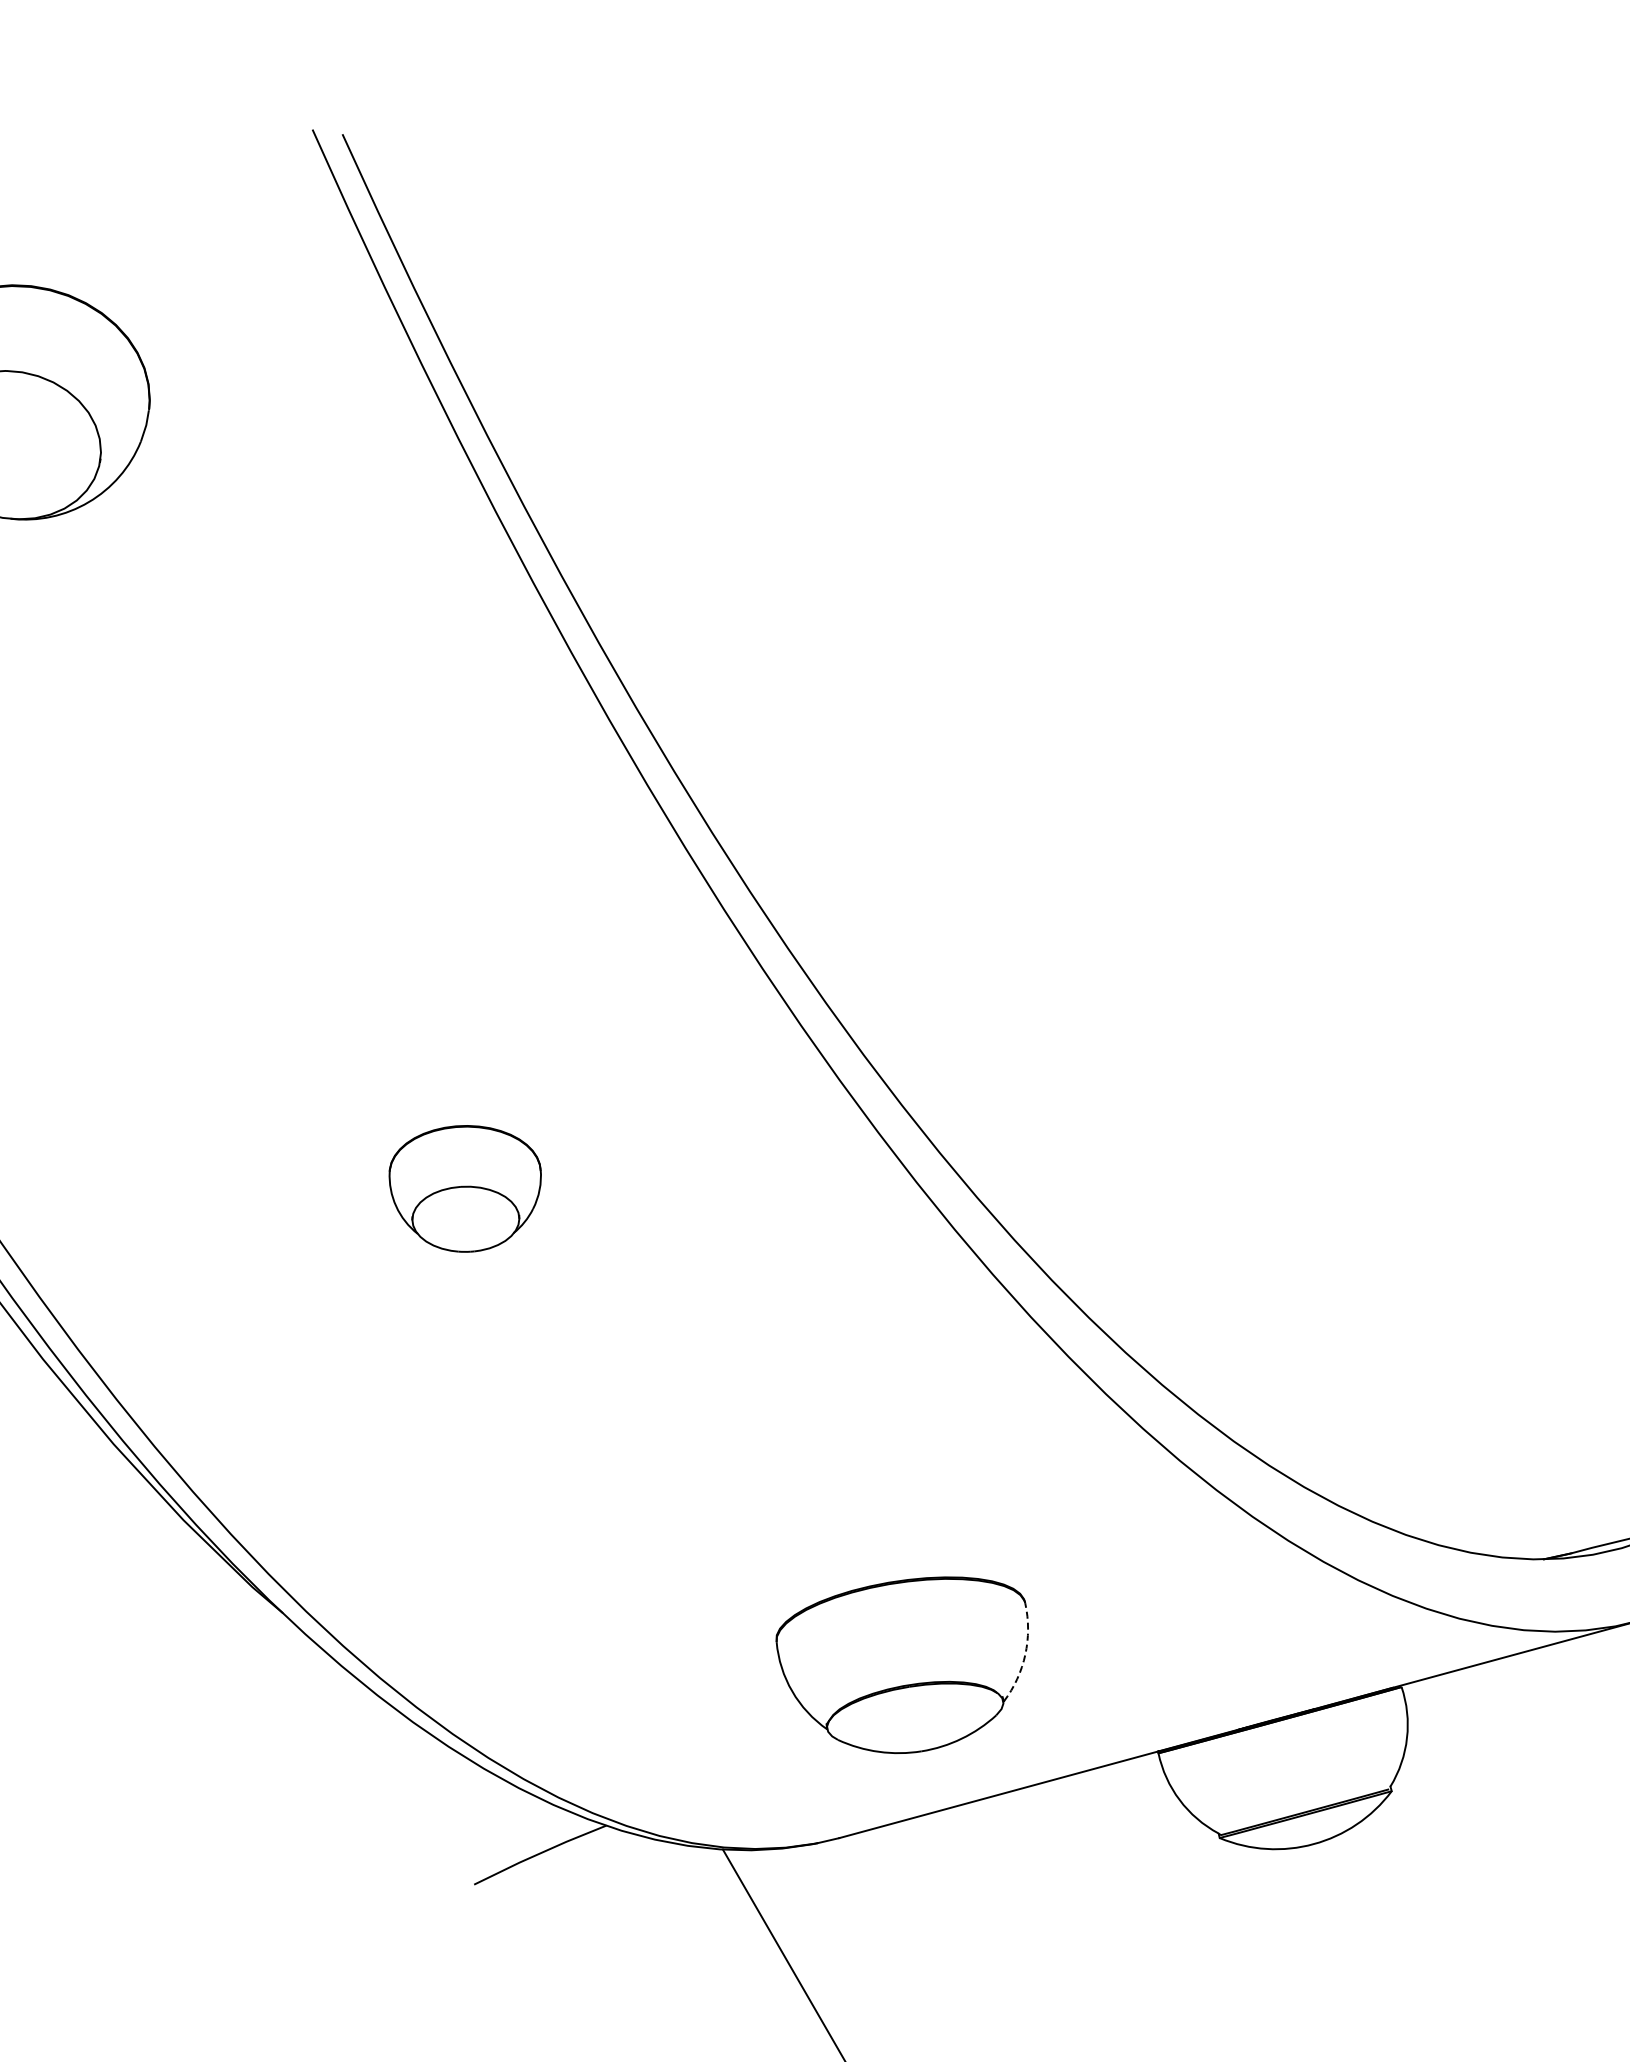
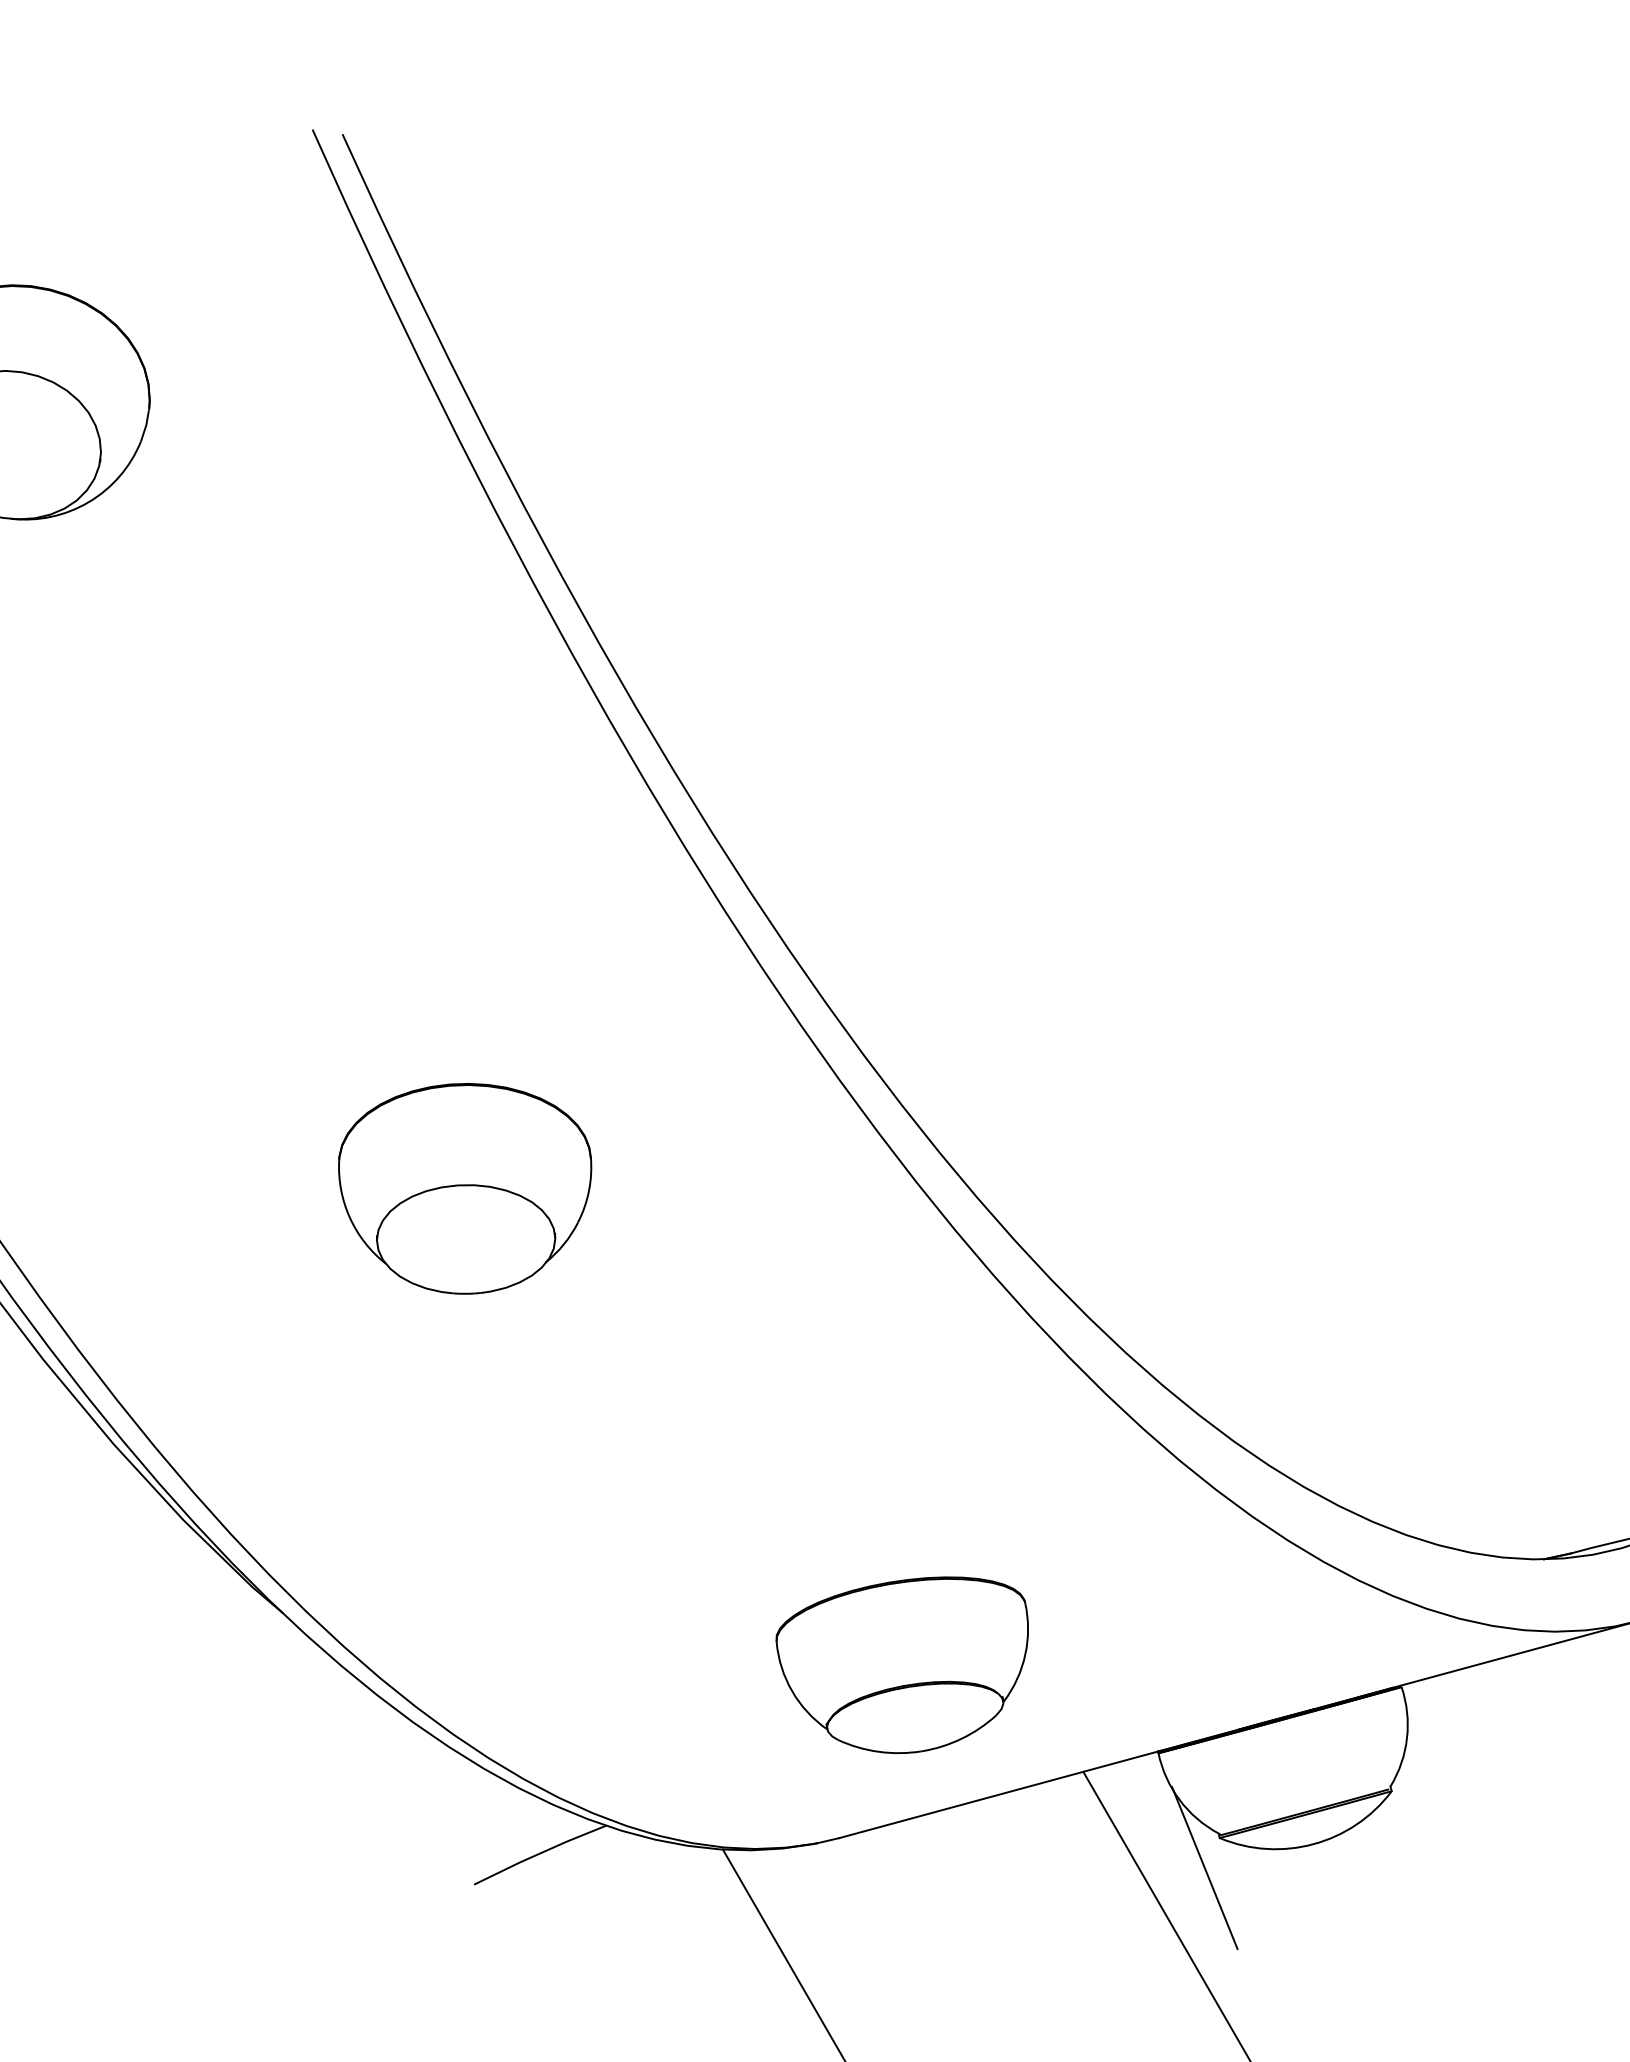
part at (464, 1188) size: 154x128 px -> 255x212 px
arc at (1025, 1654): dashed -> solid
line at (1204, 1868): none -> present
line at (1165, 1914): none -> present
